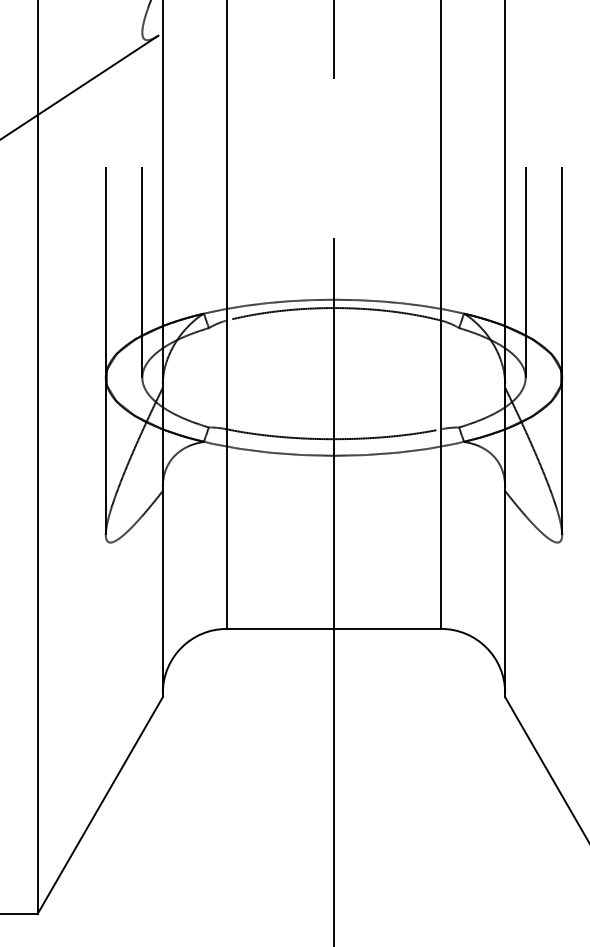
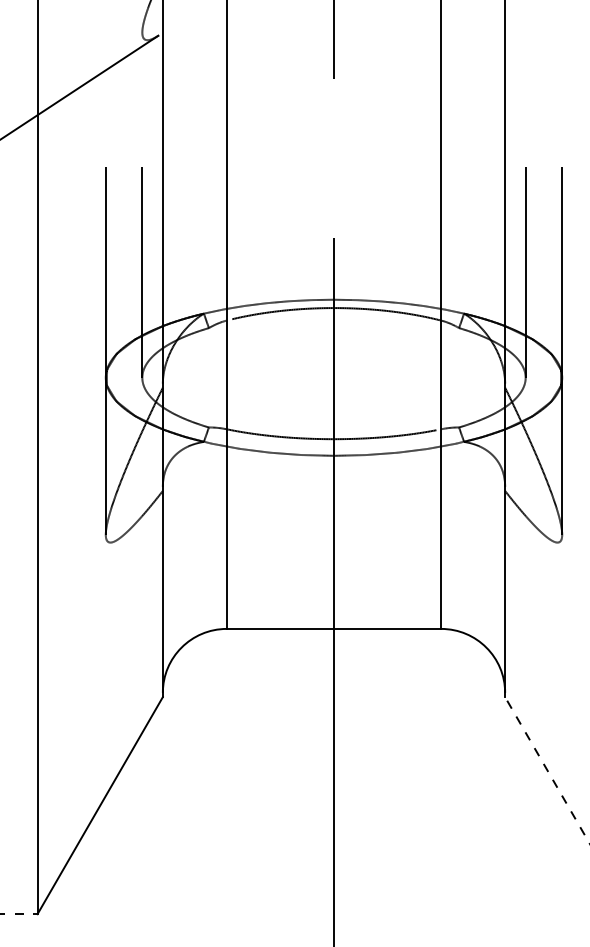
line at (547, 769): solid -> dashed
line at (19, 914): solid -> dashed
